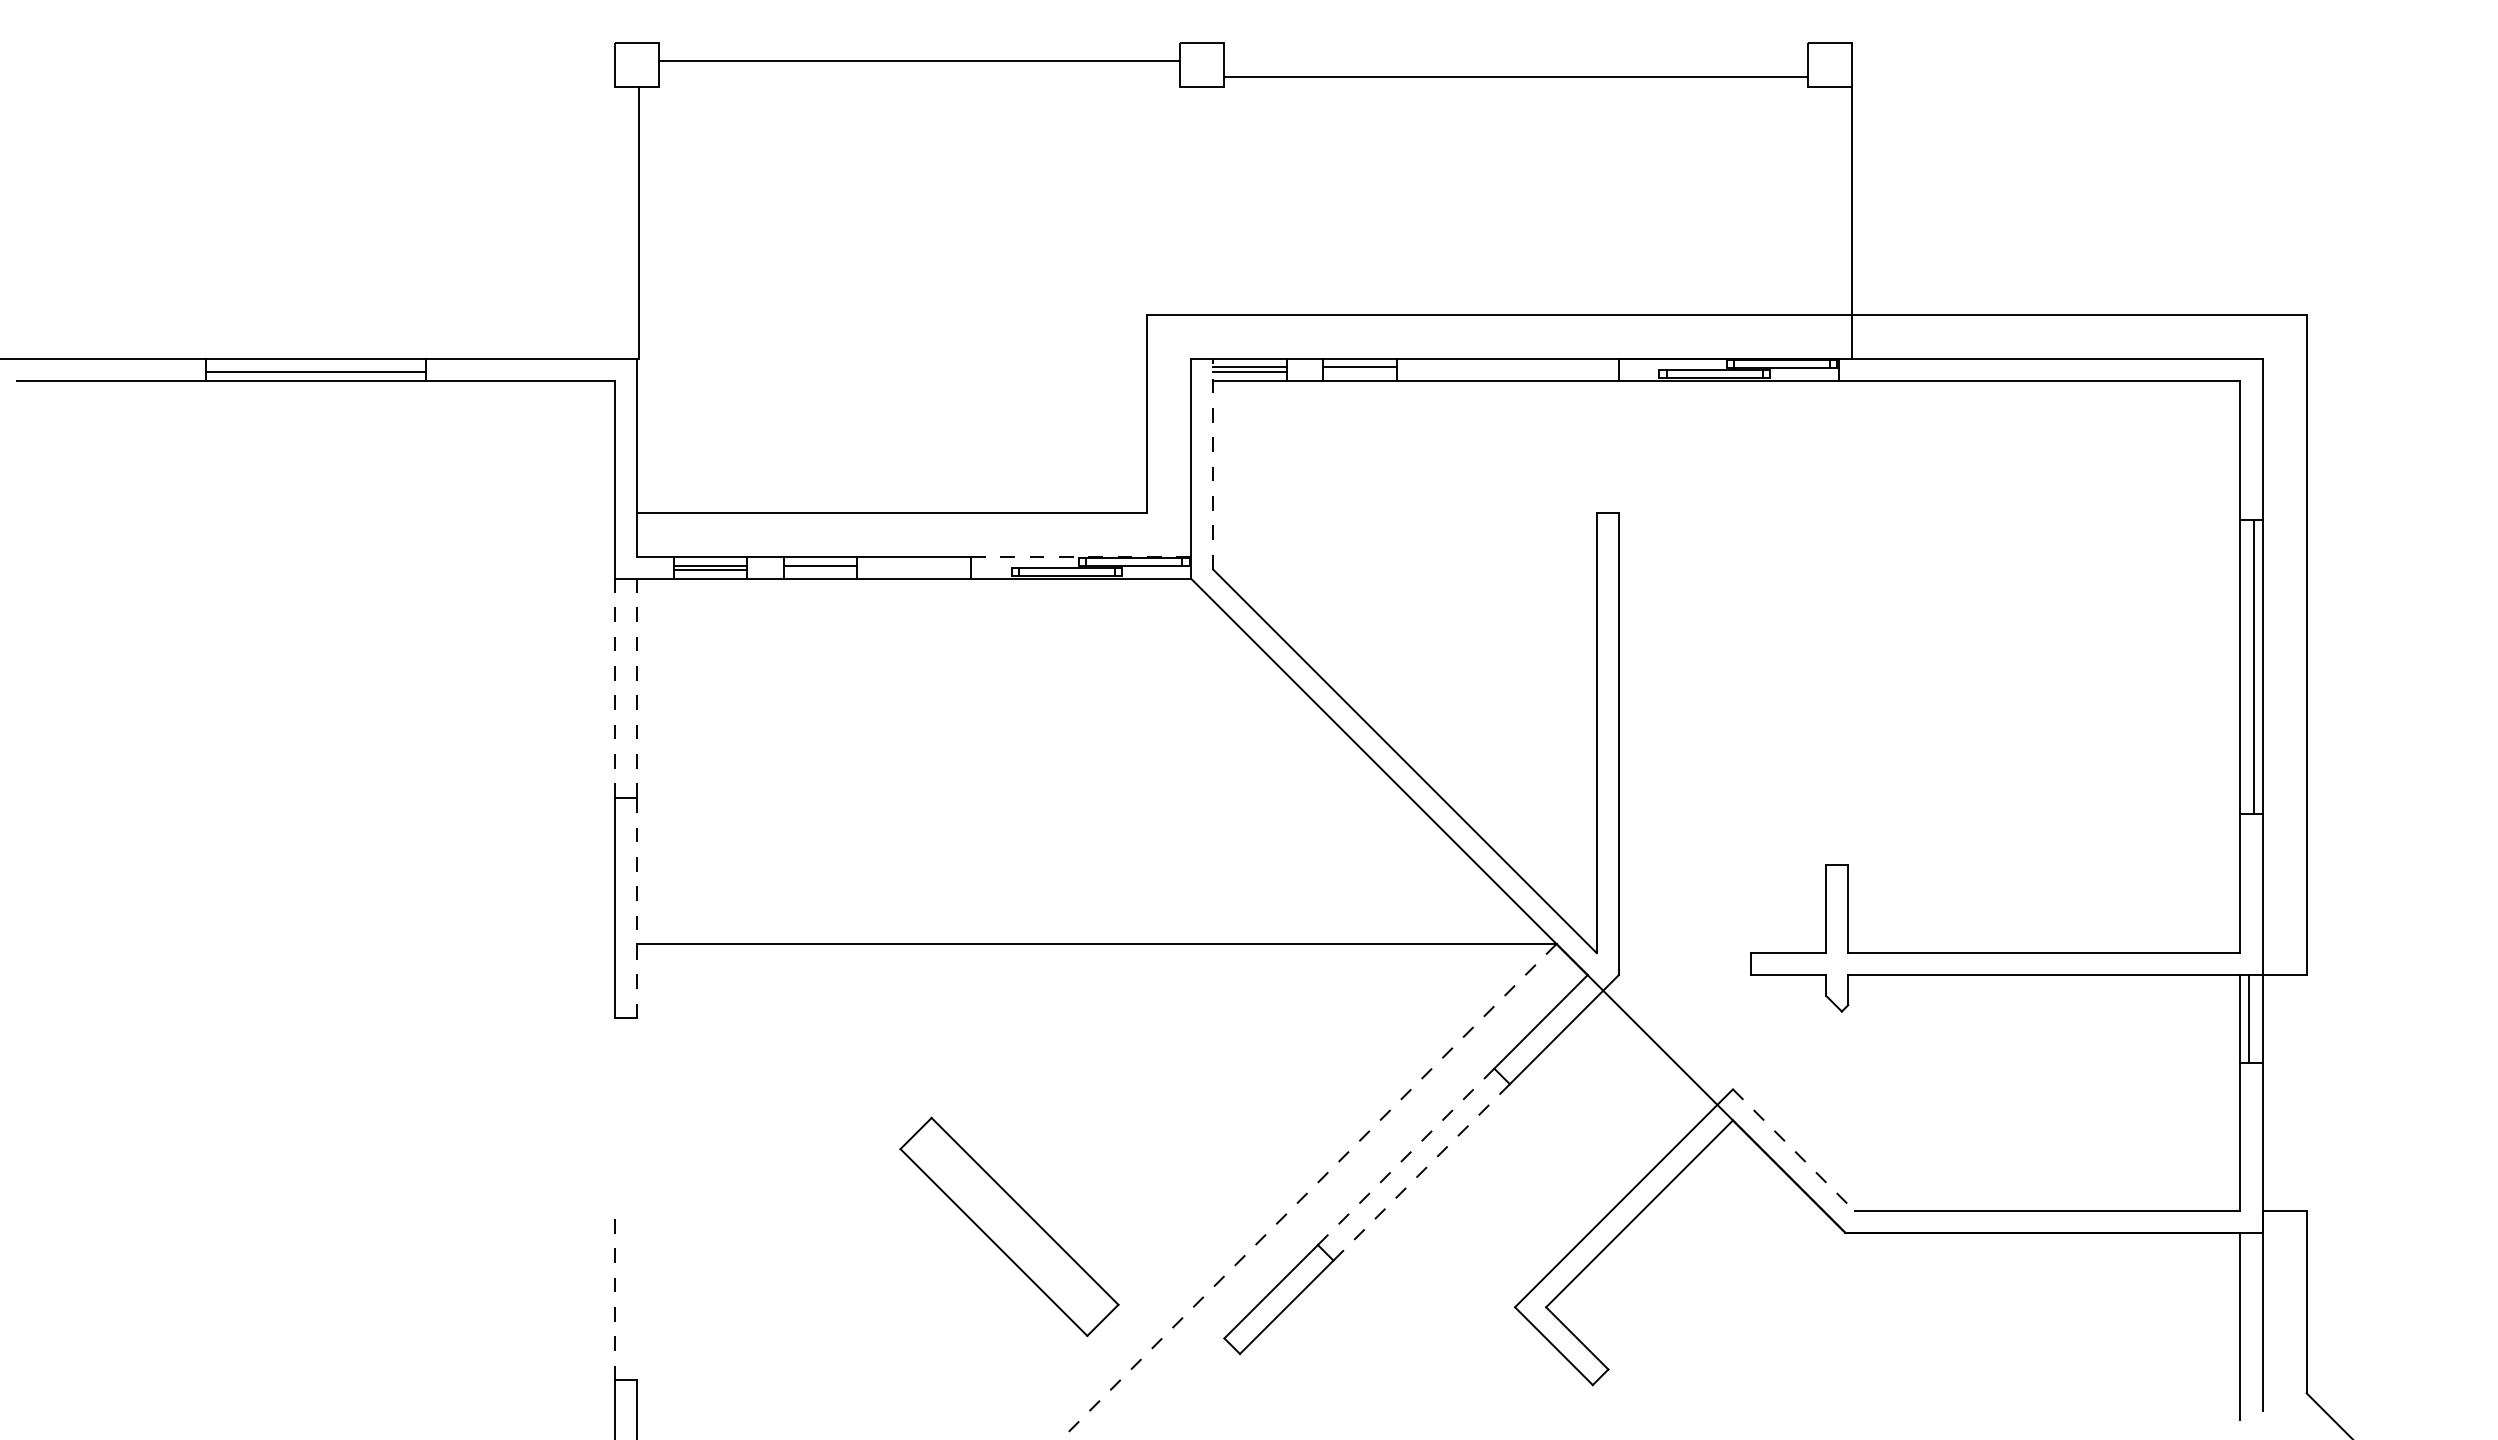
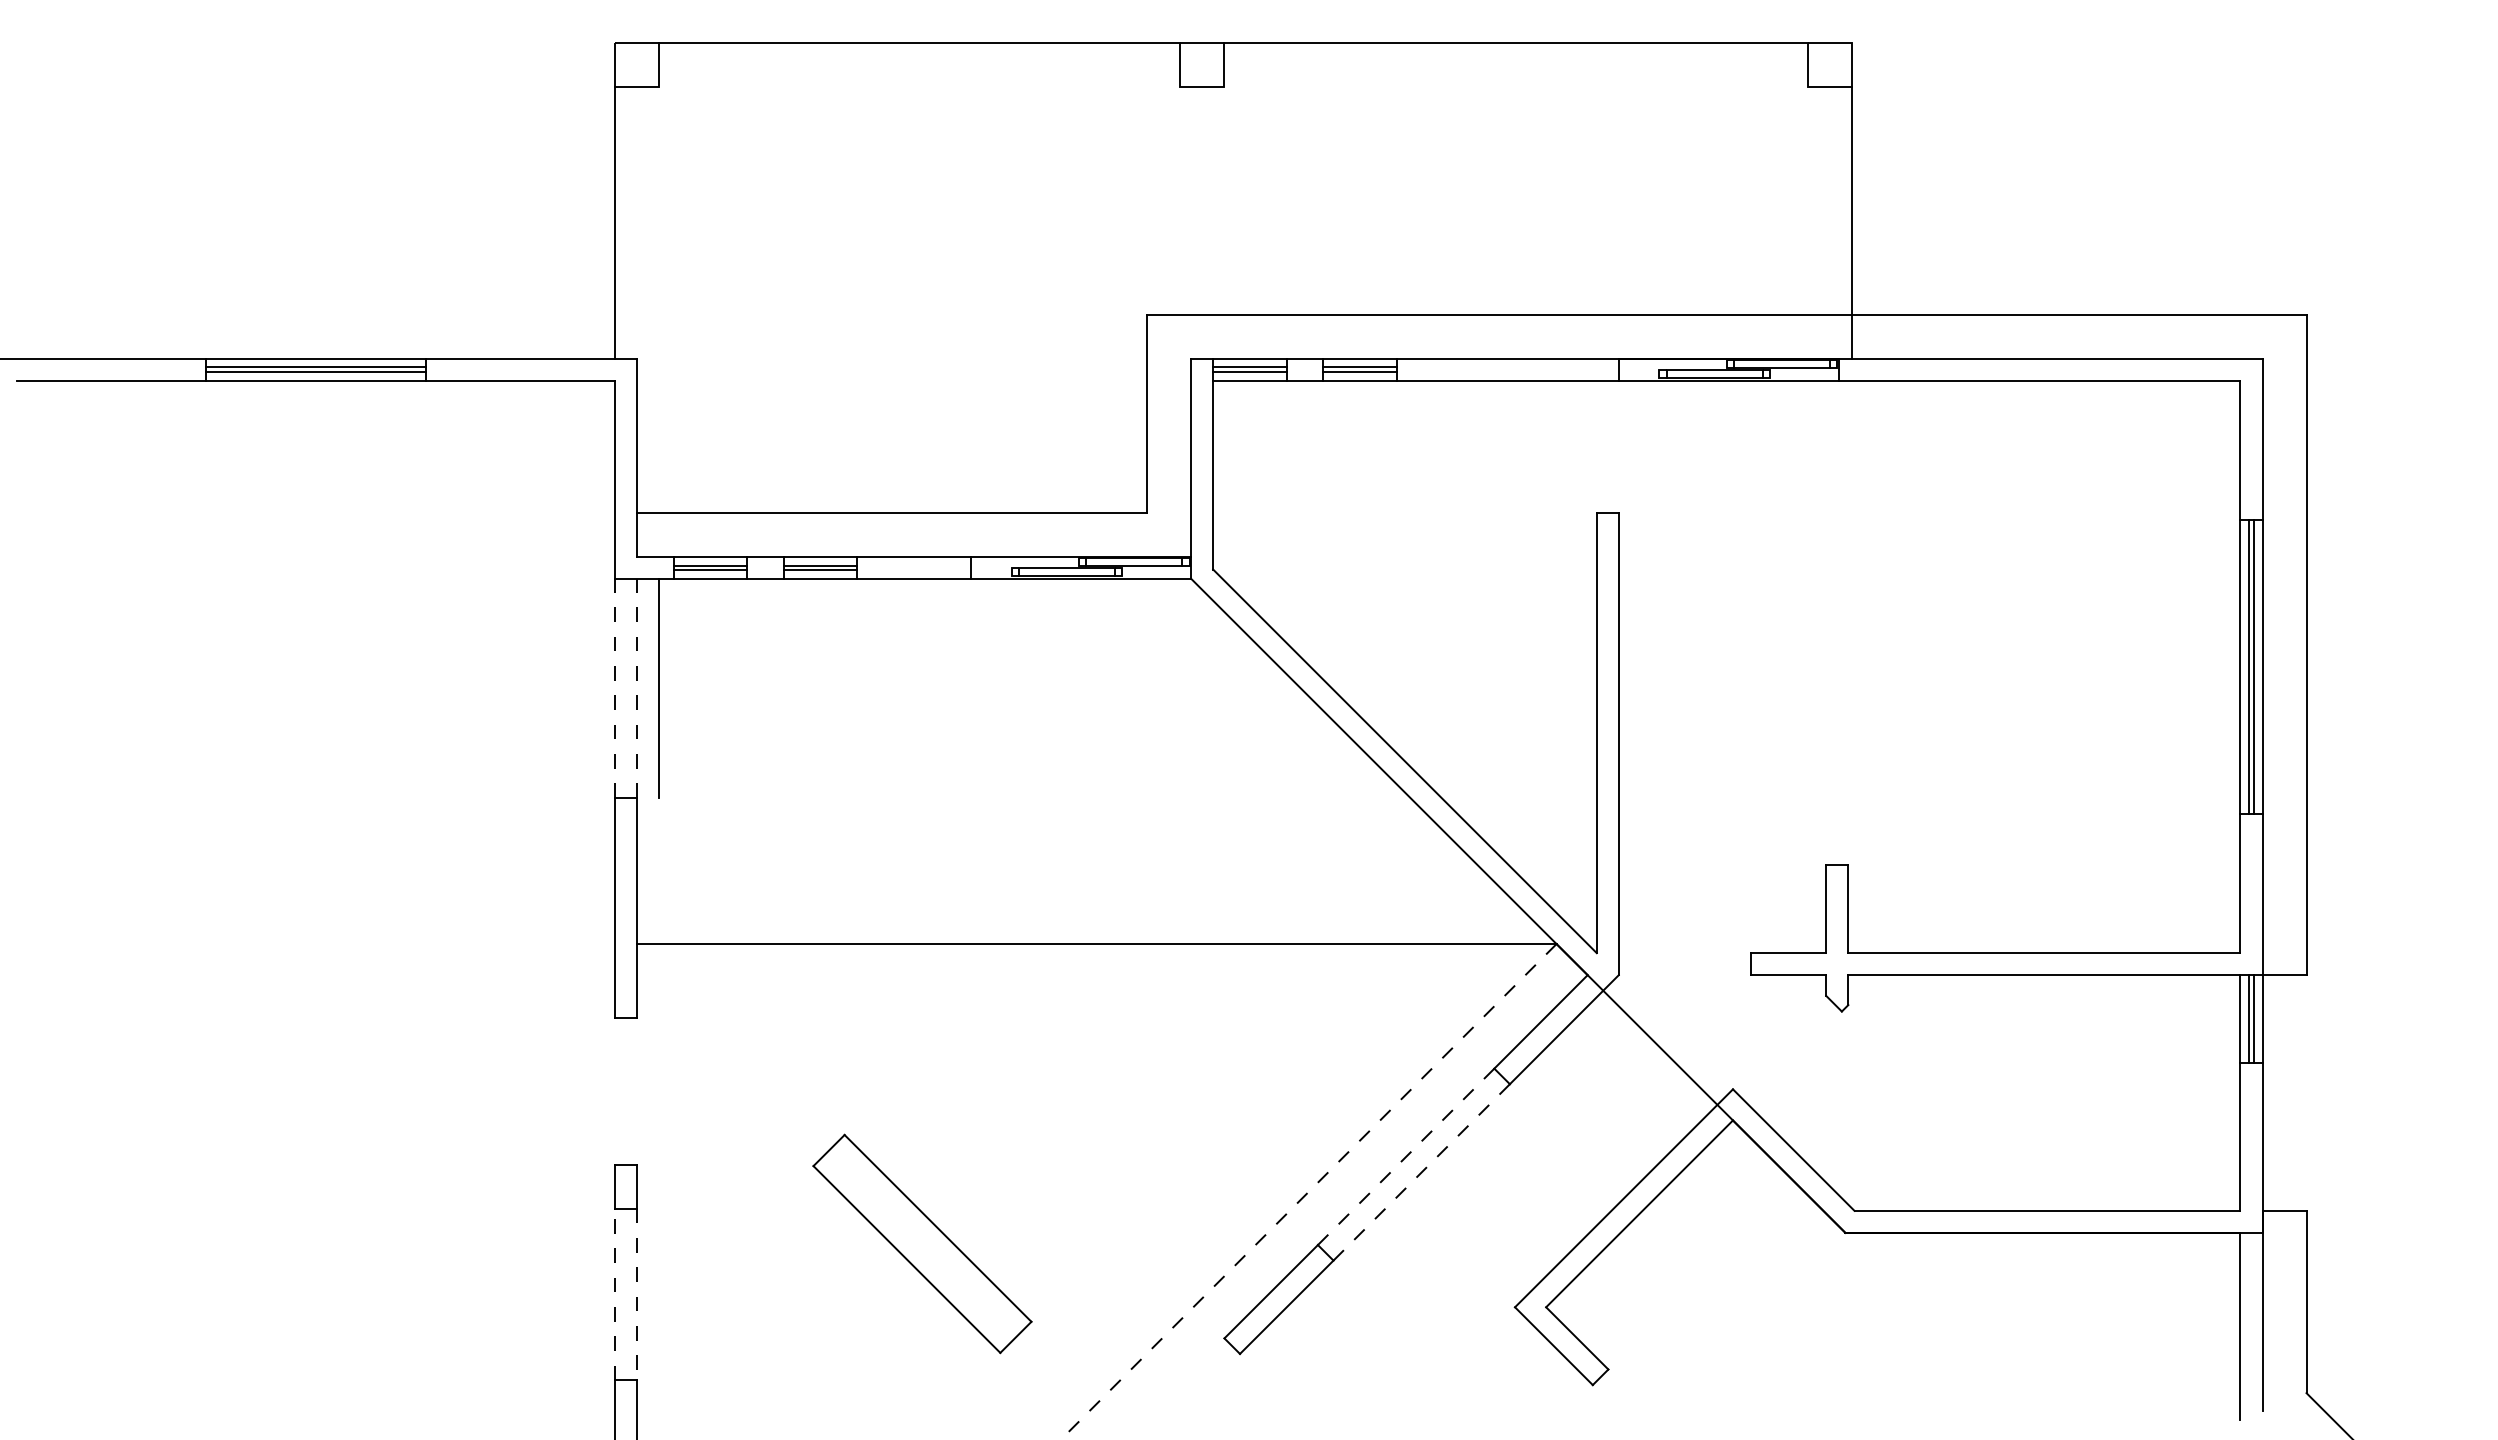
line at (919, 61) position: (919, 61) -> (919, 43)
line at (1515, 77) position: (1515, 77) -> (1515, 43)
line at (639, 222) position: (639, 222) -> (615, 222)
line at (316, 367): none -> present
line at (1359, 371): none -> present
line at (1213, 463): dashed -> solid
line at (1081, 556): dashed -> solid
line at (820, 569): none -> present
line at (2249, 666): none -> present
line at (659, 688): none -> present
line at (637, 907): dashed -> solid
line at (2253, 1019): none -> present
line at (1793, 1150): dashed -> solid
part at (1009, 1226) position: (1009, 1226) -> (922, 1243)
part at (636, 1267): none -> present
